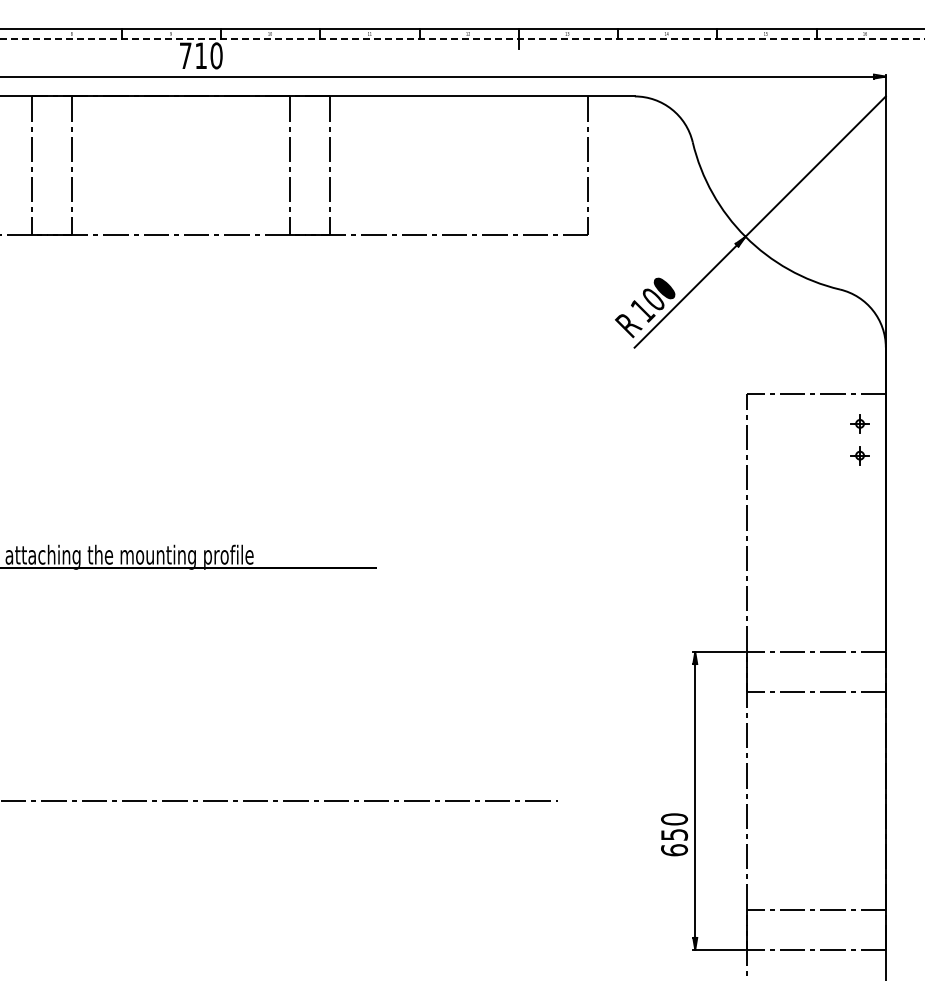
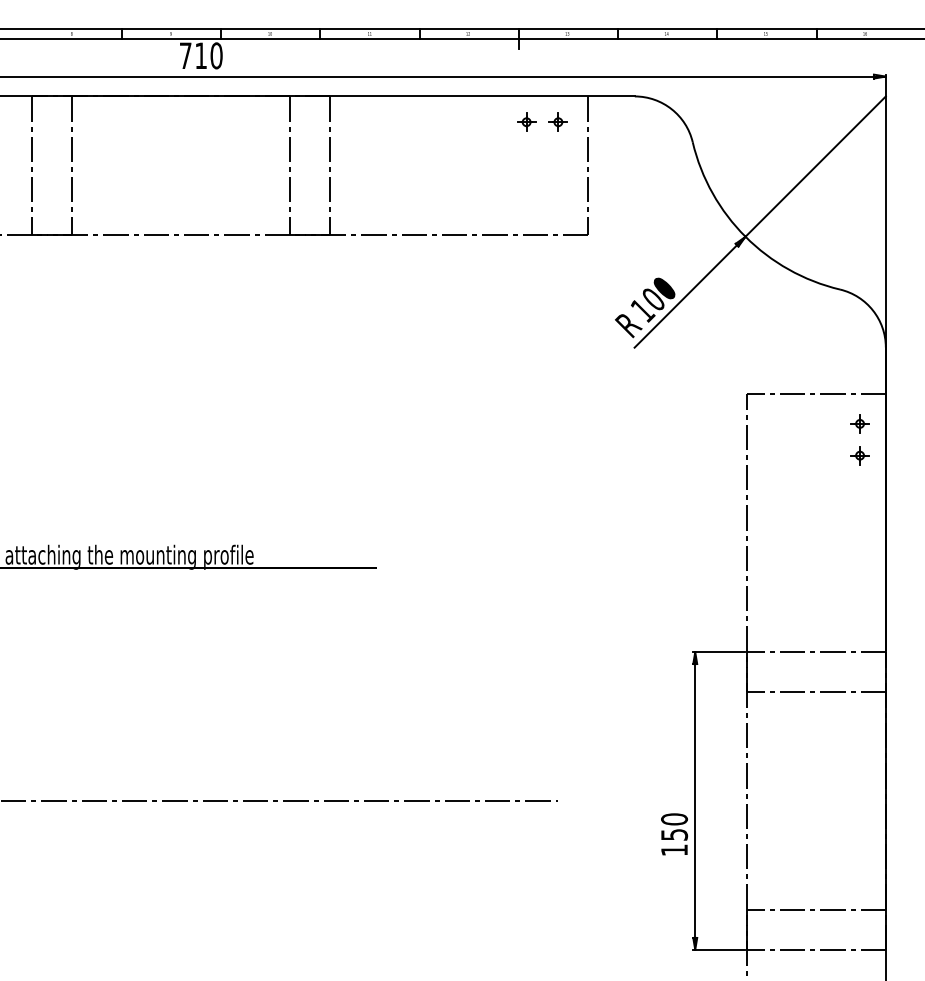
line at (462, 39): dashed -> solid
part at (526, 121): none -> present
part at (557, 121): none -> present
text at (674, 850): 650 -> 150
